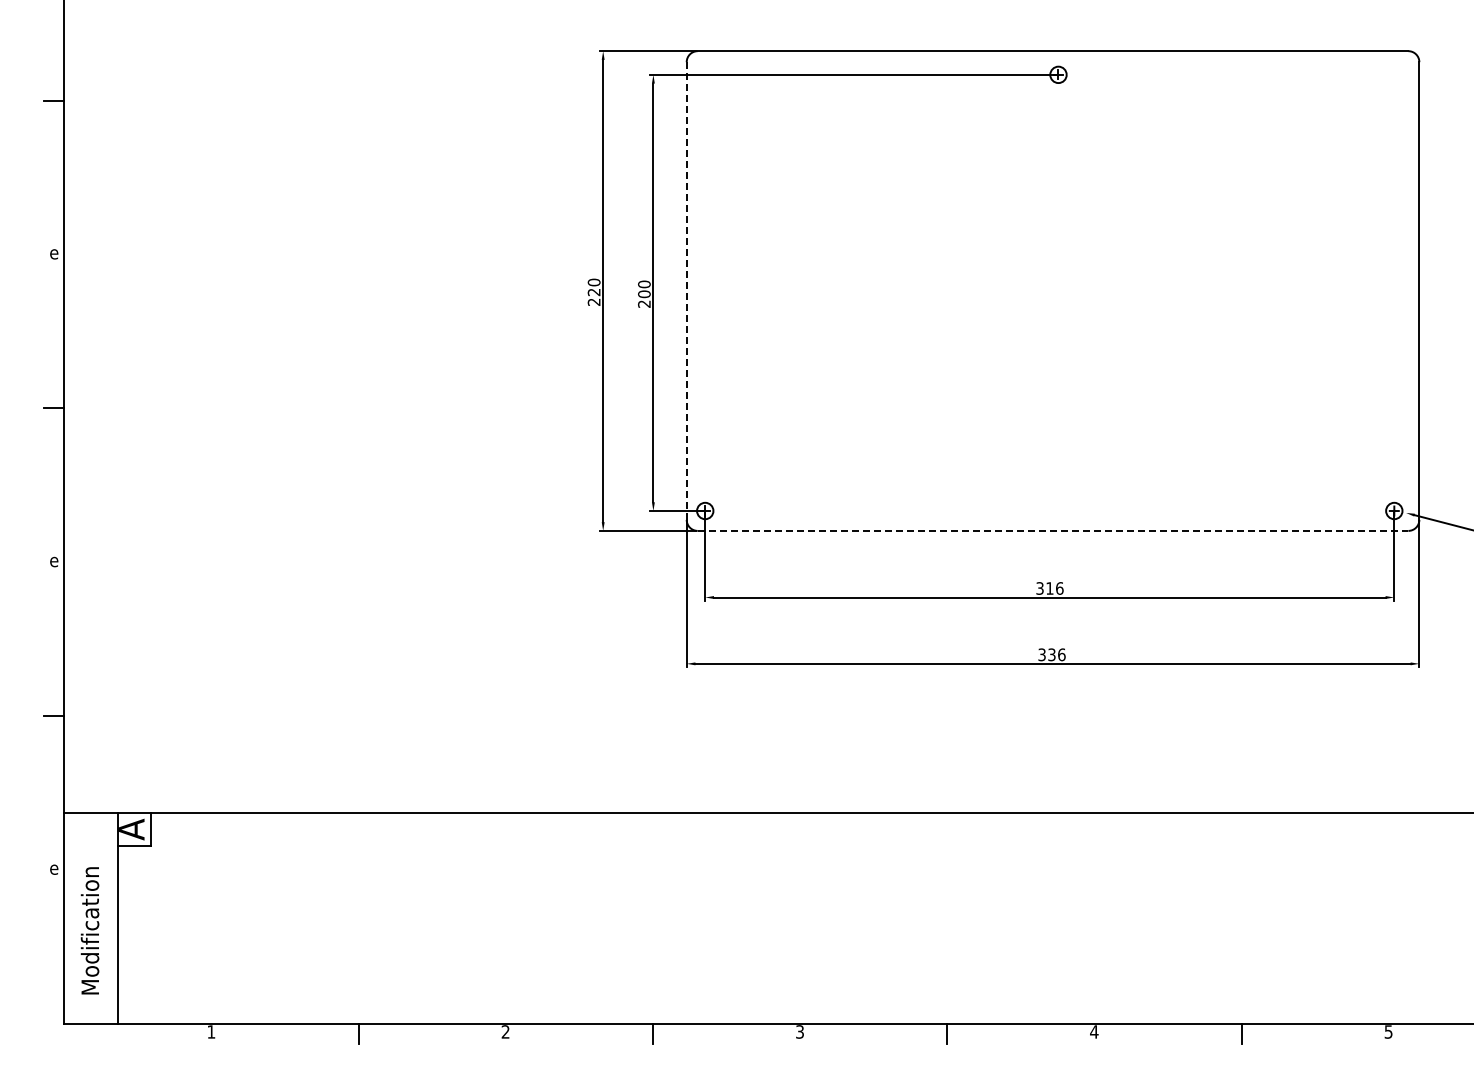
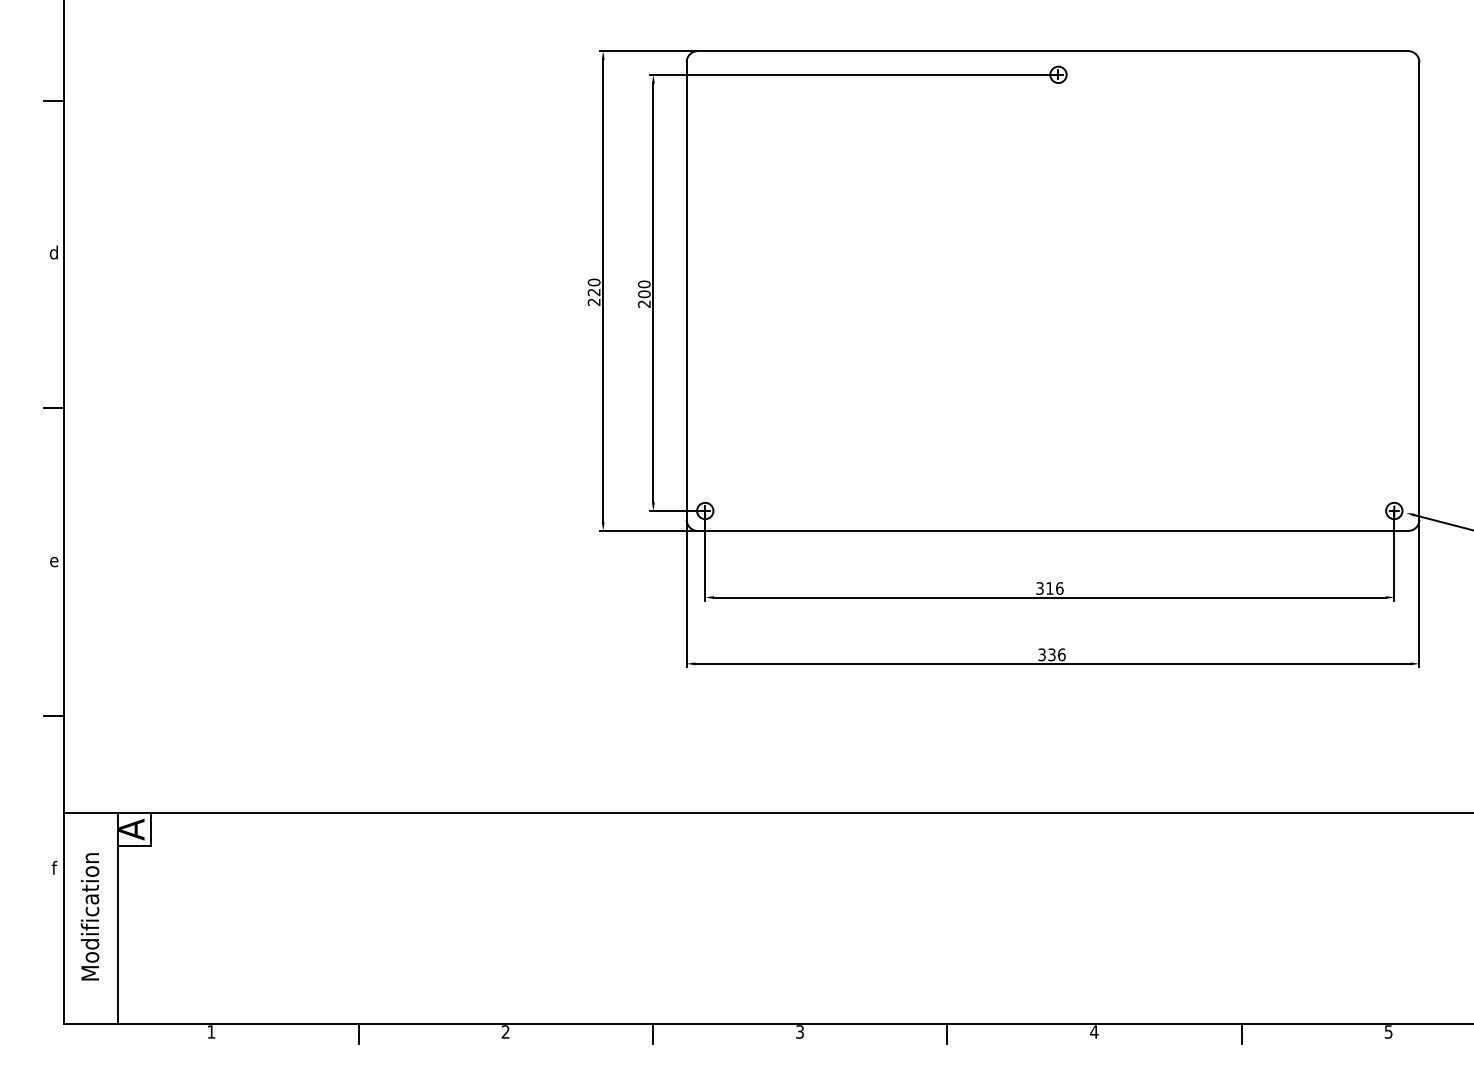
text at (54, 252): e -> d
line at (686, 291): dashed -> solid
line at (1053, 530): dashed -> solid
text at (54, 867): e -> f
text at (89, 930) position: (89, 930) -> (89, 916)
